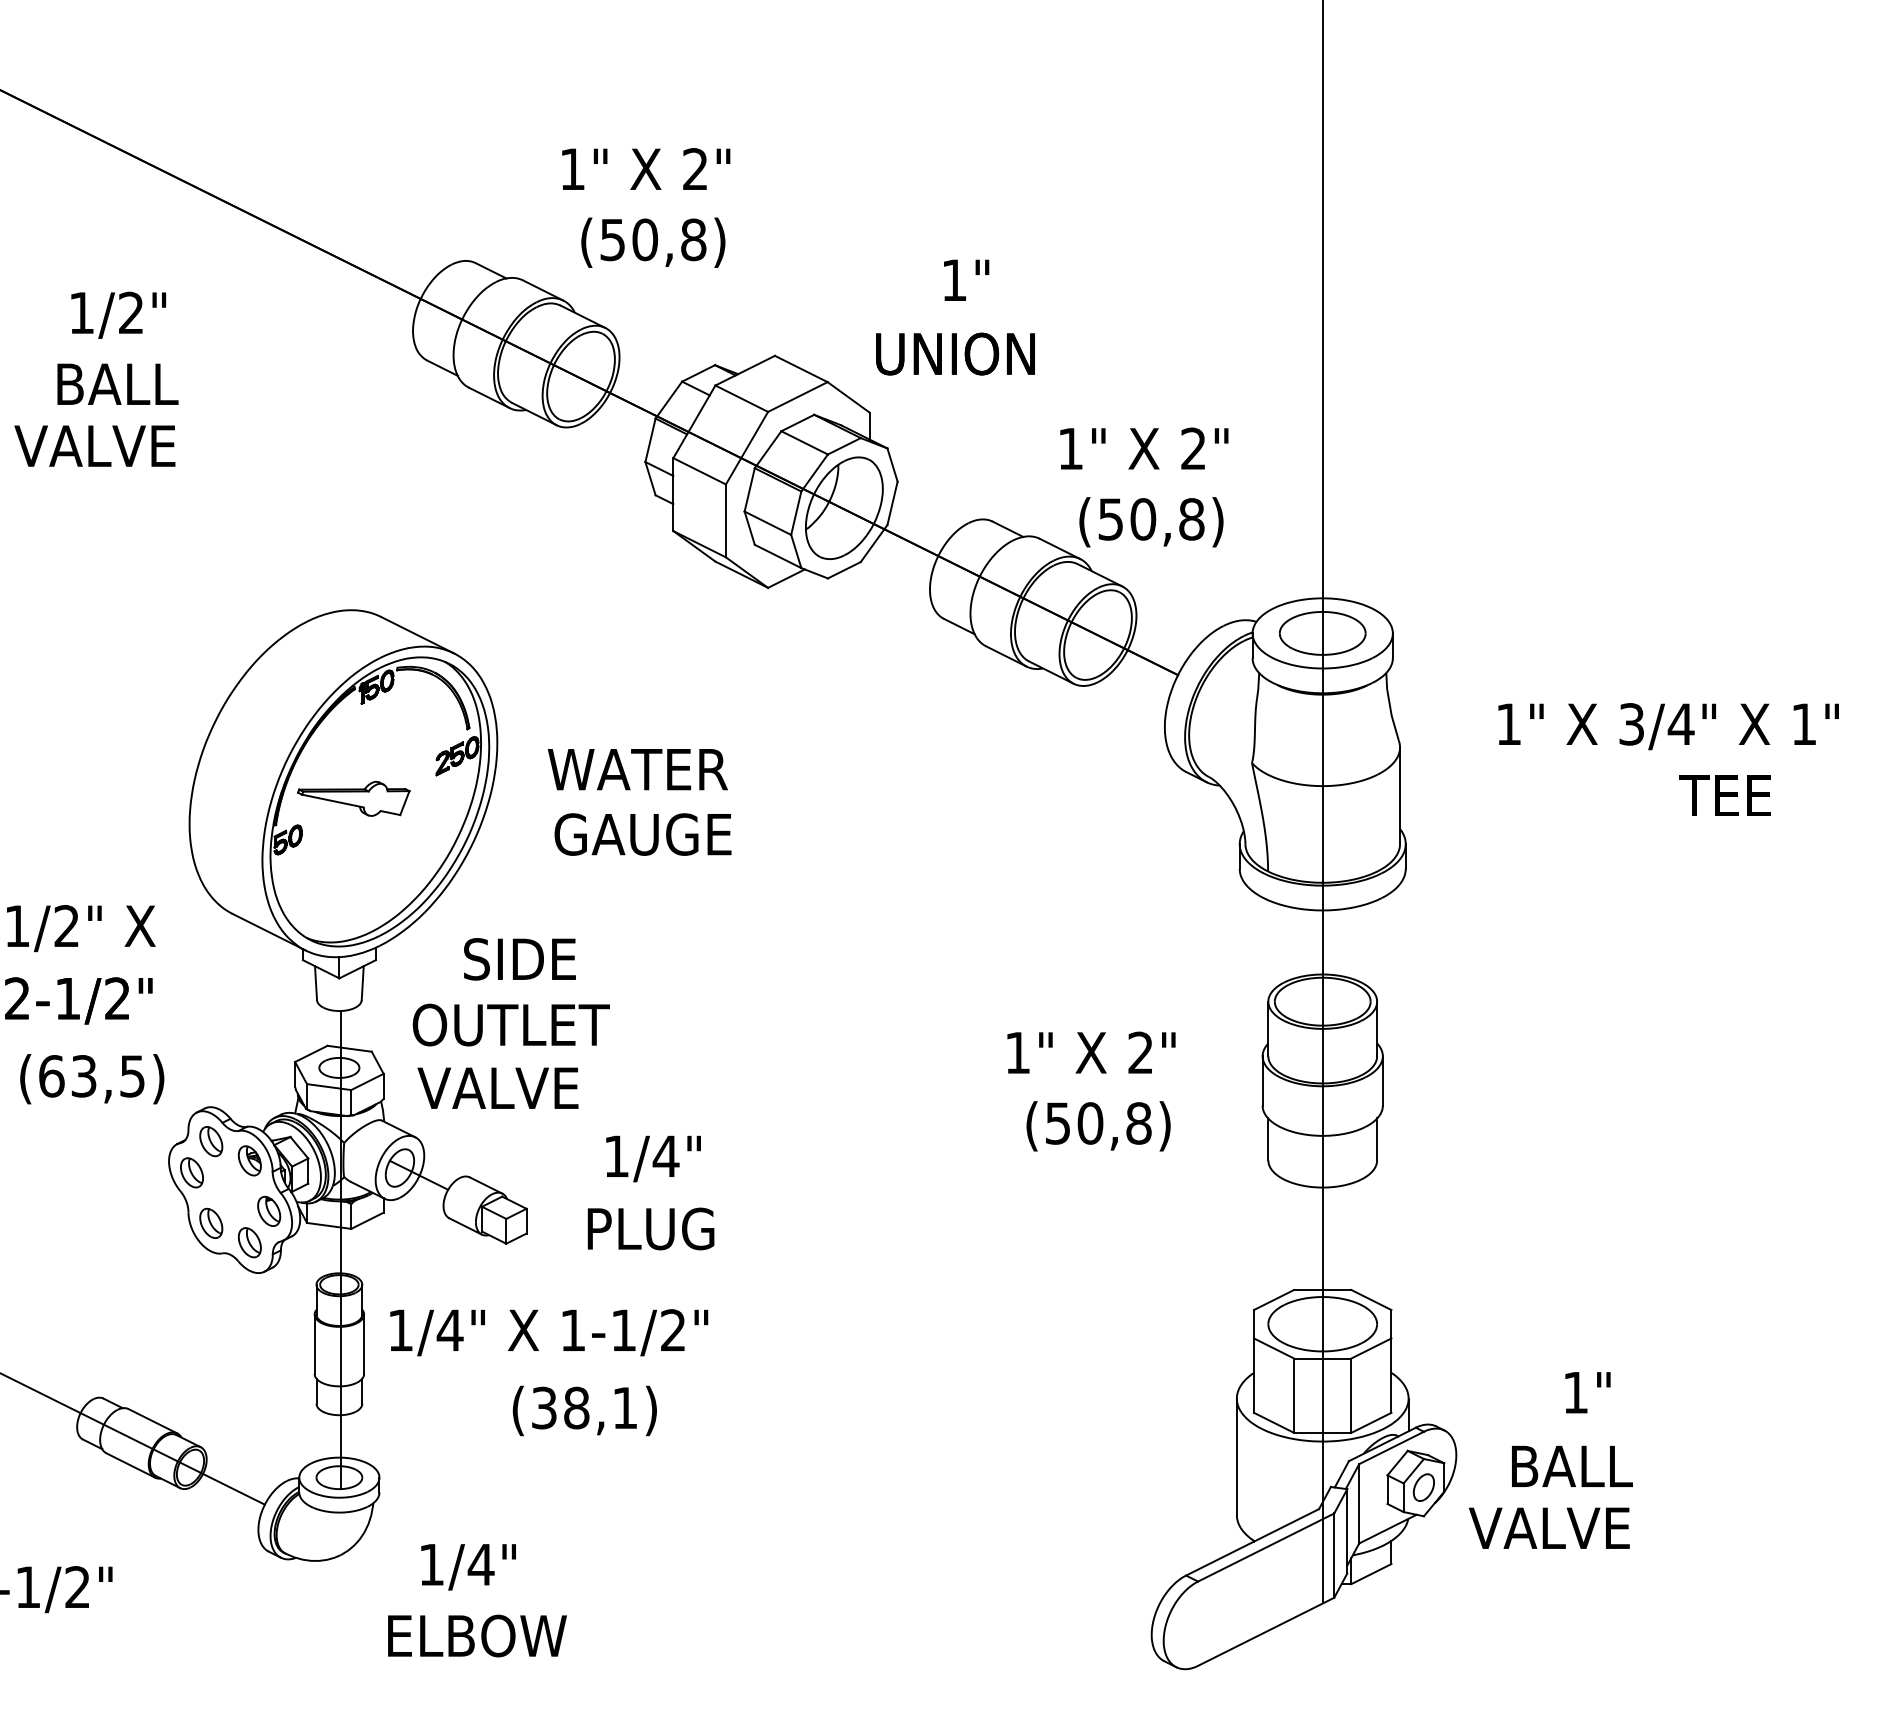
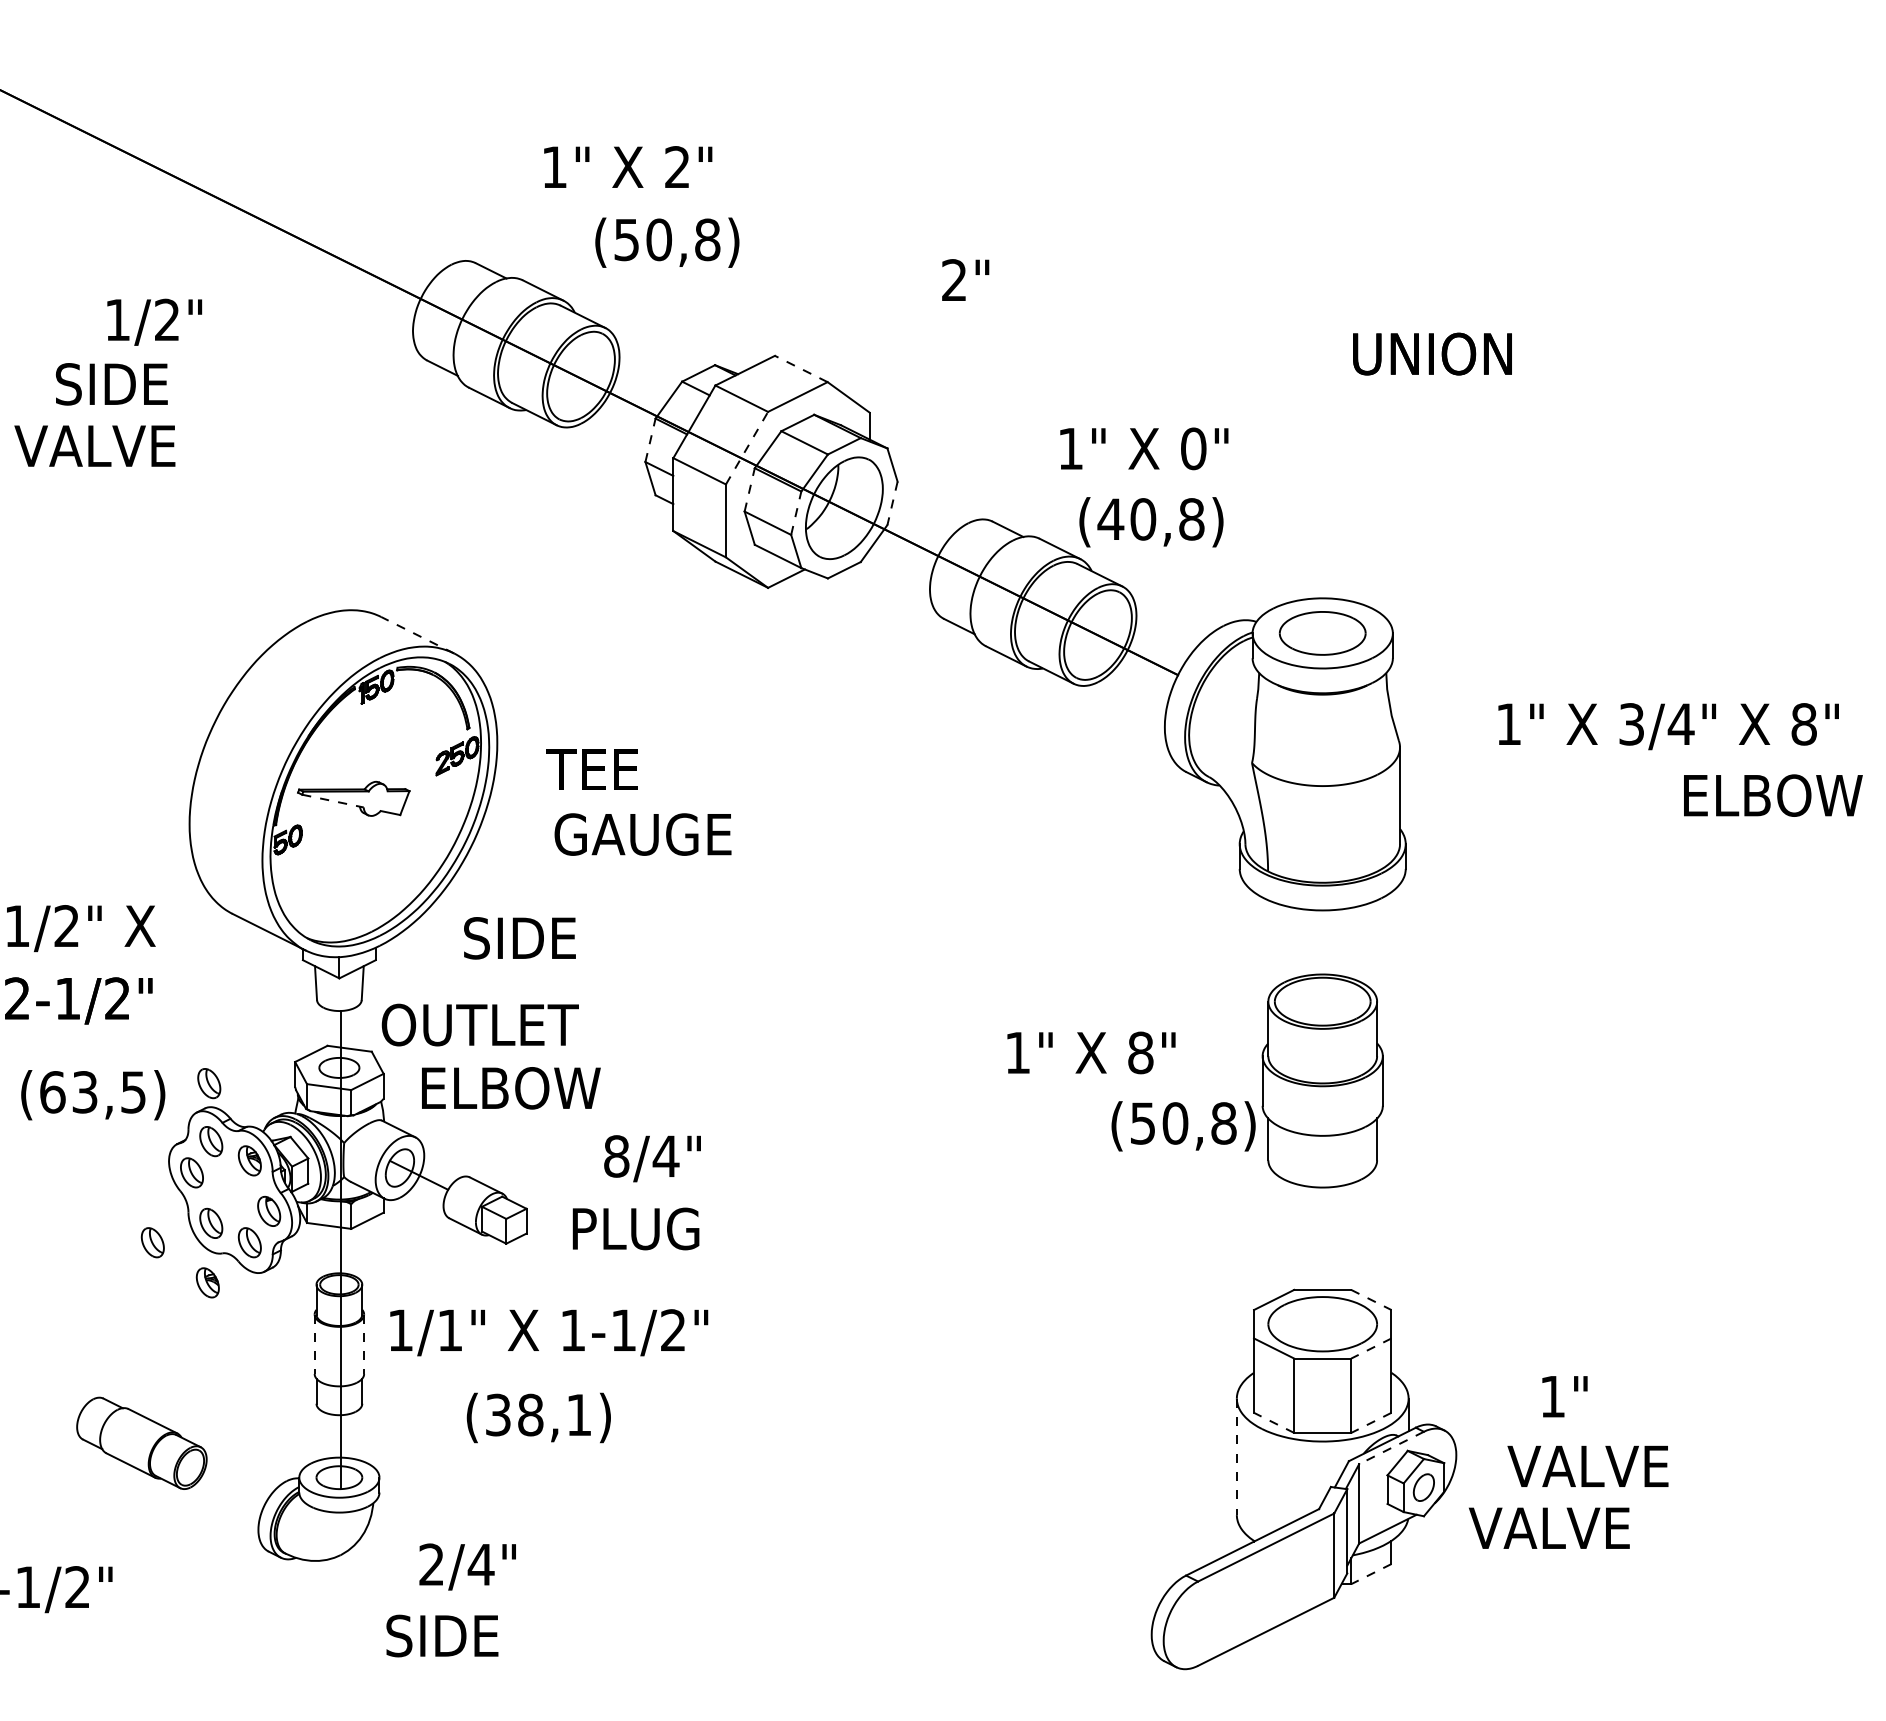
text at (646, 168) position: (646, 168) -> (628, 166)
text at (653, 242) position: (653, 242) -> (667, 242)
text at (953, 279): 1" -> 2"
text at (118, 314) position: (118, 314) -> (154, 321)
text at (955, 353) position: (955, 353) -> (1432, 353)
line at (800, 368): solid -> dashed
text at (116, 384): BALL -> SIDE
line at (650, 439): solid -> dashed
line at (747, 448): solid -> dashed
text at (1193, 448): 2" -> 0"
line at (749, 489): solid -> dashed
line at (892, 503): solid -> dashed
line at (796, 512): solid -> dashed
text at (1110, 519): (50,8) -> (40,8)
line at (417, 635): solid -> dashed
text at (1803, 724): 1" -> 8"
text at (636, 769): WATER -> TEE
text at (1770, 795): TEE -> ELBOW
line at (333, 801): solid -> dashed
line at (1323, 802): present -> none
text at (519, 959) position: (519, 959) -> (519, 938)
text at (510, 1024) position: (510, 1024) -> (479, 1024)
text at (1140, 1052): 2" -> 8"
text at (92, 1079) position: (92, 1079) -> (93, 1095)
part at (209, 1083): none -> present
text at (508, 1088): VALVE -> ELBOW
text at (1098, 1126) position: (1098, 1126) -> (1183, 1126)
text at (616, 1156): 1/4" -> 8/4"
text at (650, 1228) position: (650, 1228) -> (635, 1228)
part at (152, 1242): none -> present
part at (207, 1282): none -> present
line at (1371, 1300): solid -> dashed
text at (449, 1329): 1/4" -> 1/1"
line at (314, 1344): solid -> dashed
line at (364, 1344): solid -> dashed
line at (1370, 1348): solid -> dashed
text at (1587, 1392) position: (1587, 1392) -> (1564, 1396)
text at (584, 1410) position: (584, 1410) -> (538, 1417)
line at (1273, 1422): solid -> dashed
line at (1370, 1423): solid -> dashed
line at (133, 1439): present -> none
line at (1391, 1448): solid -> dashed
line at (1236, 1457): solid -> dashed
text at (1587, 1465): BALL -> VALVE
text at (431, 1564): 1/4" -> 2/4"
line at (1370, 1574): solid -> dashed
text at (476, 1635): ELBOW -> SIDE
